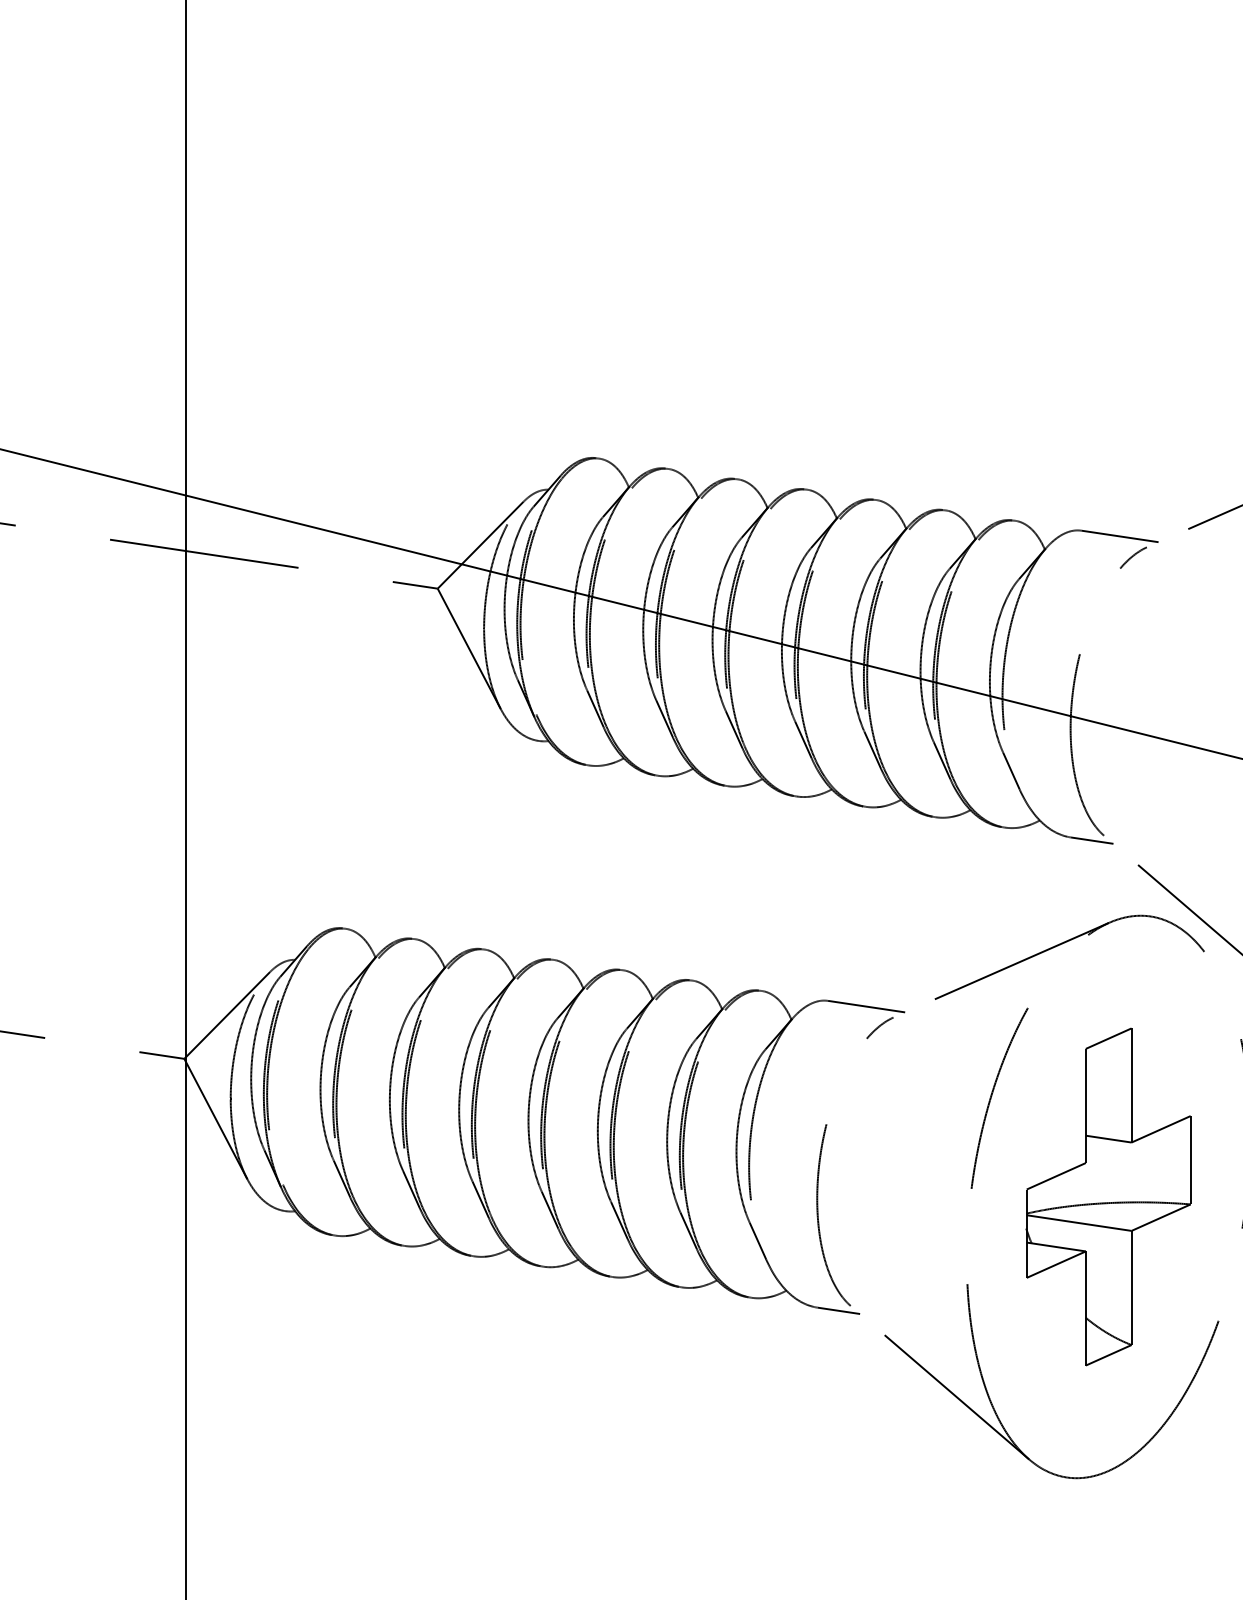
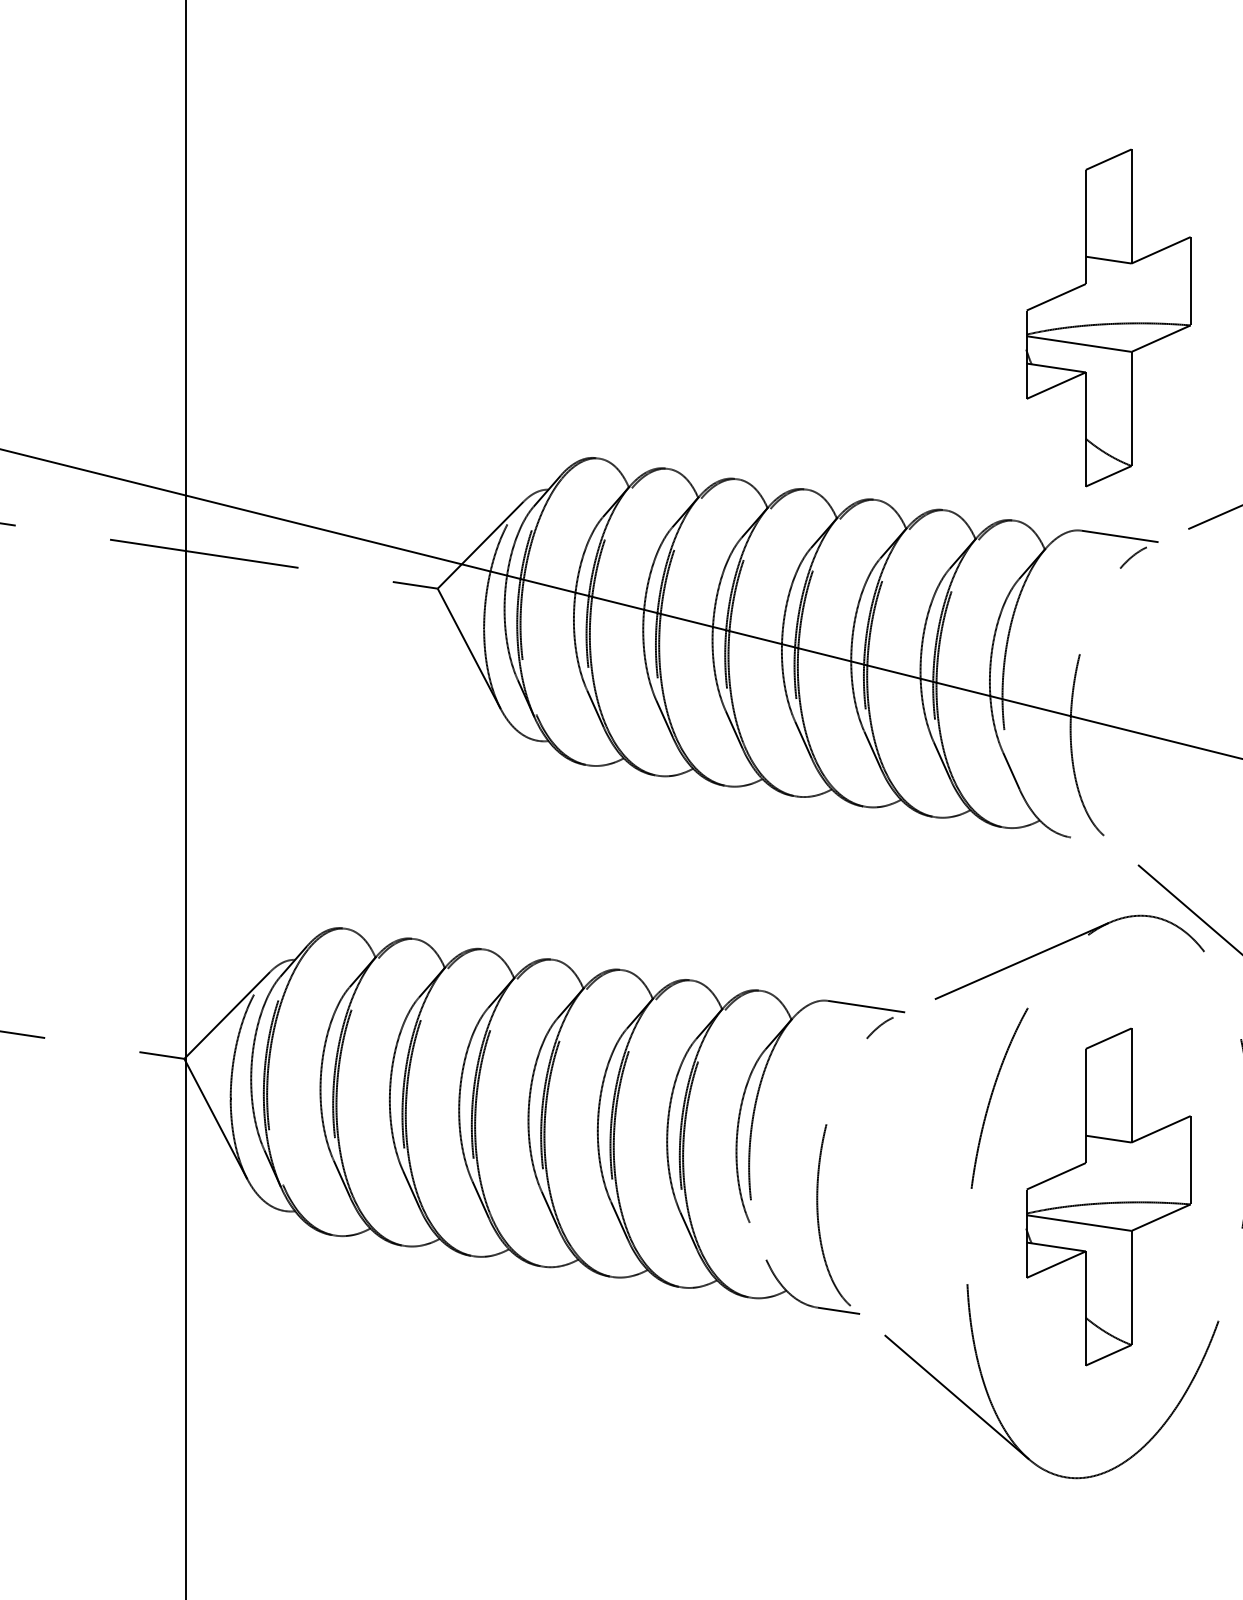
part at (1108, 317): none -> present
line at (1092, 840): present -> none
line at (757, 1240): present -> none
